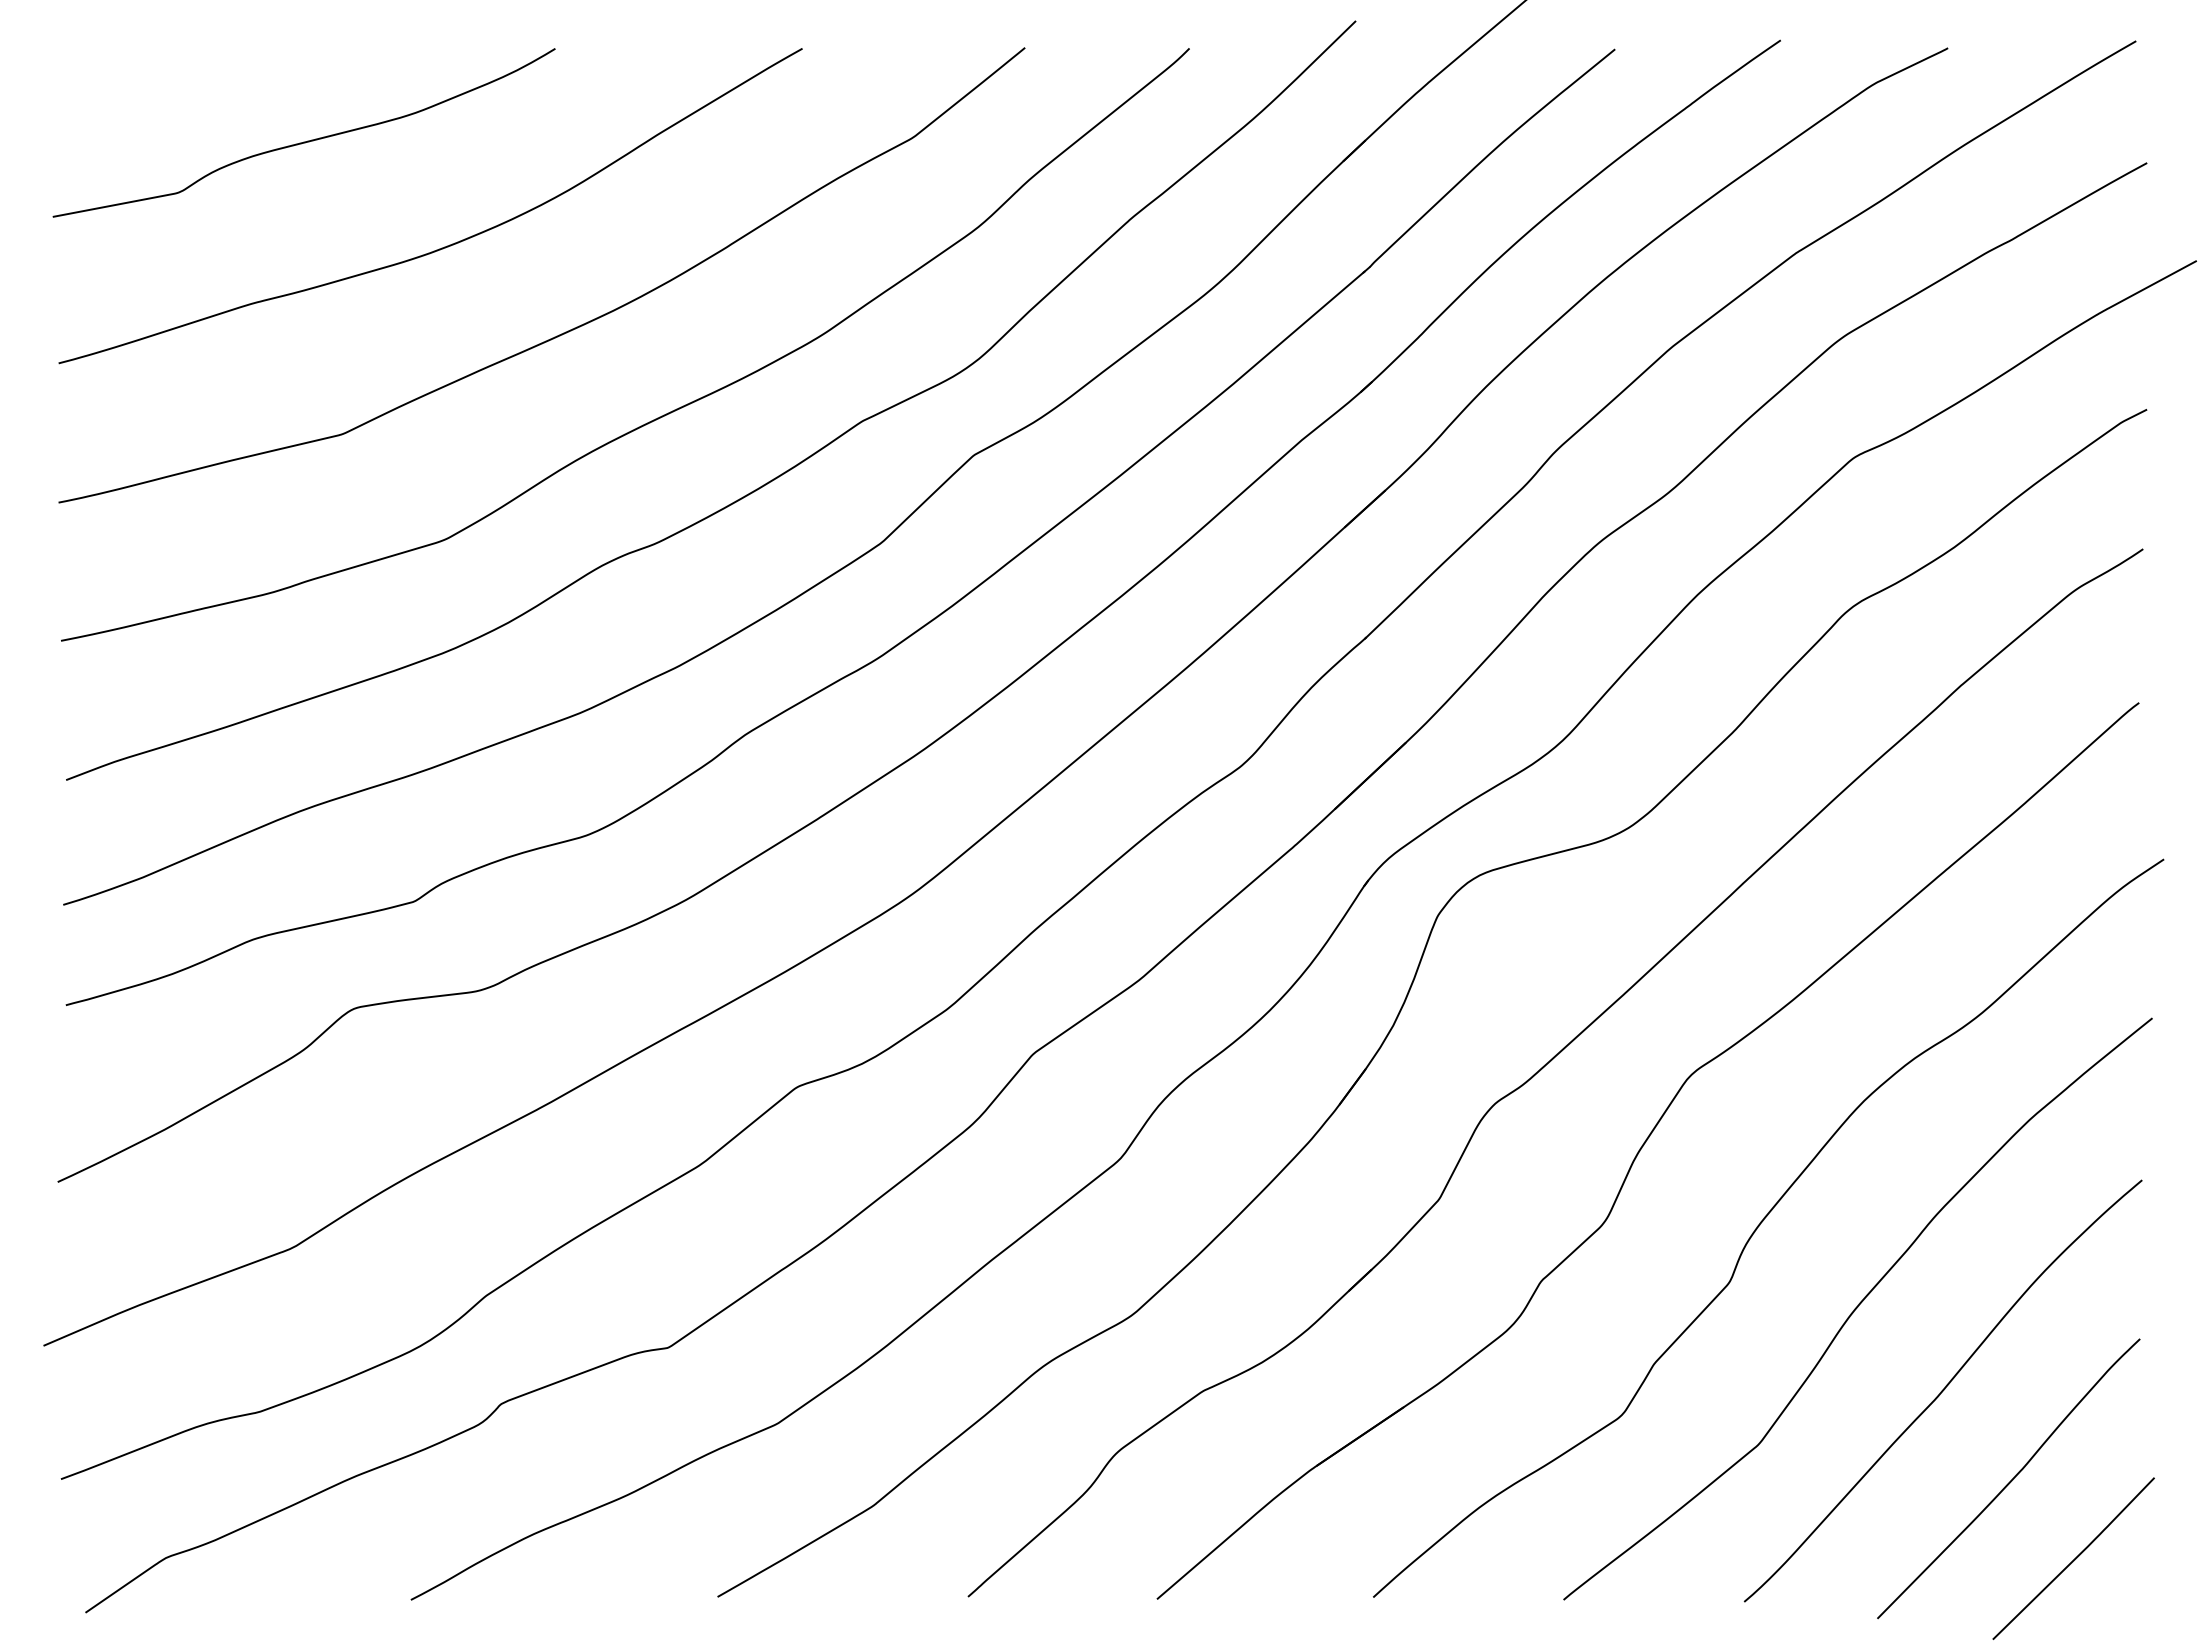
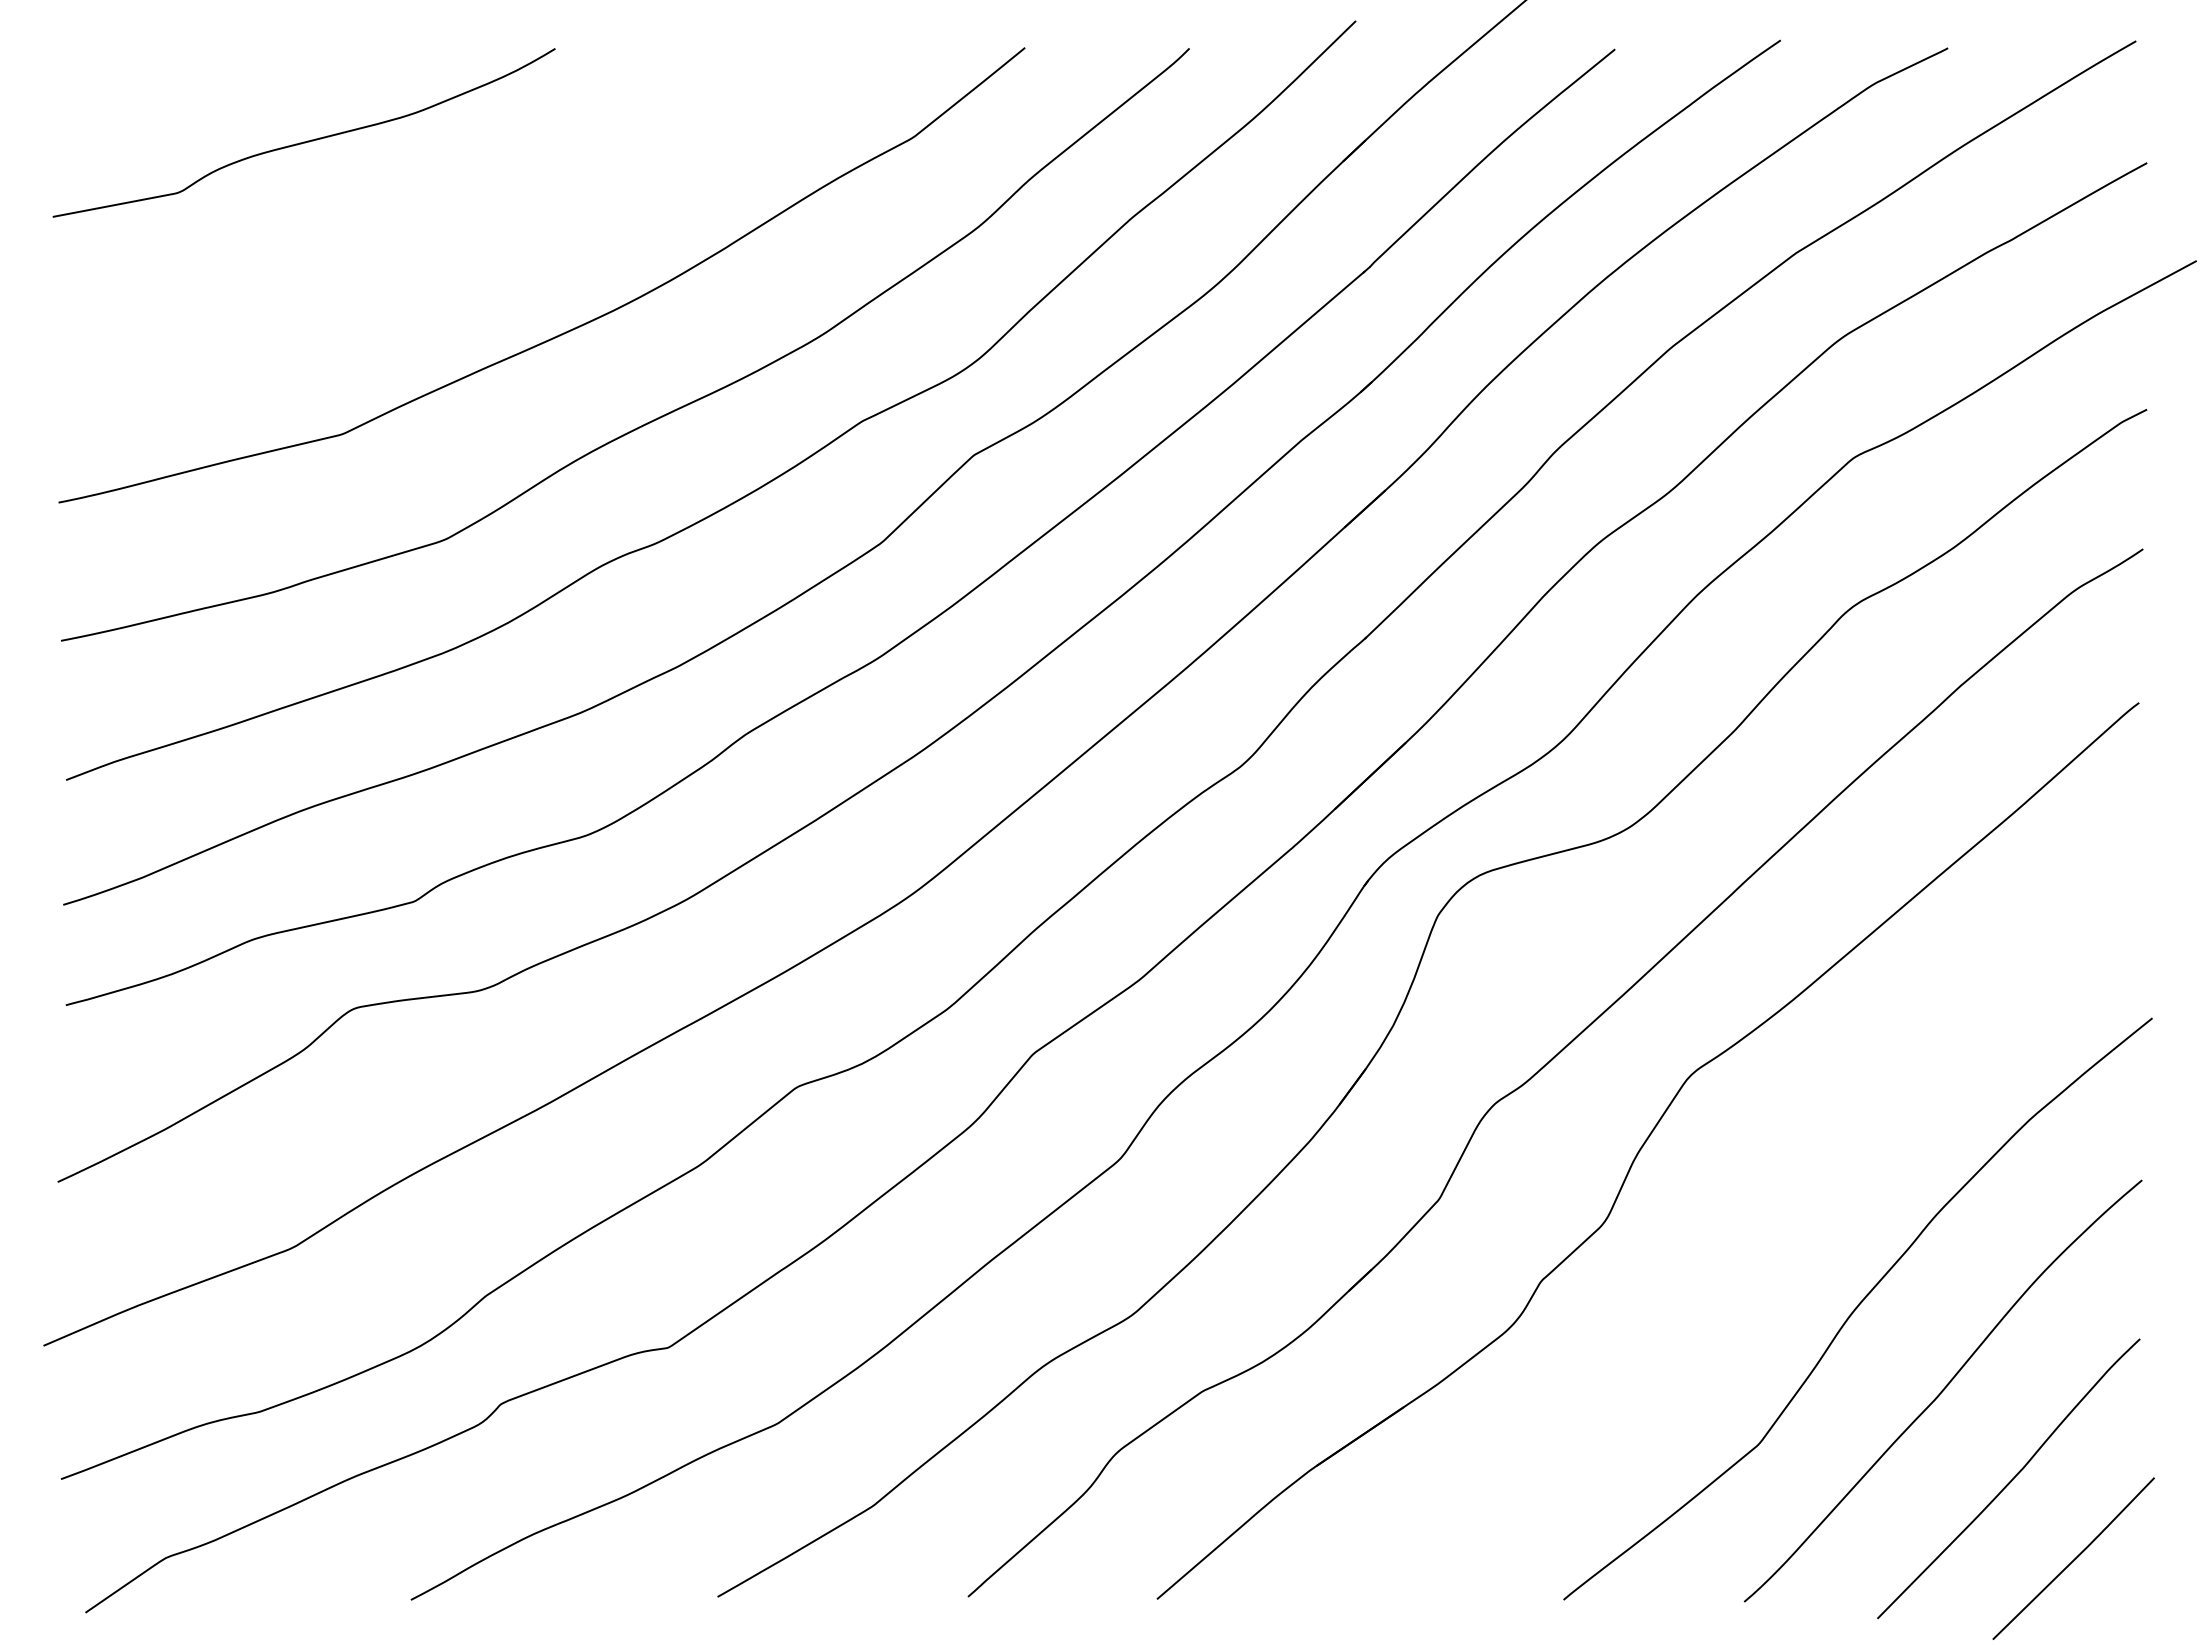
curve at (444, 246): present -> none
curve at (1763, 1221): present -> none
